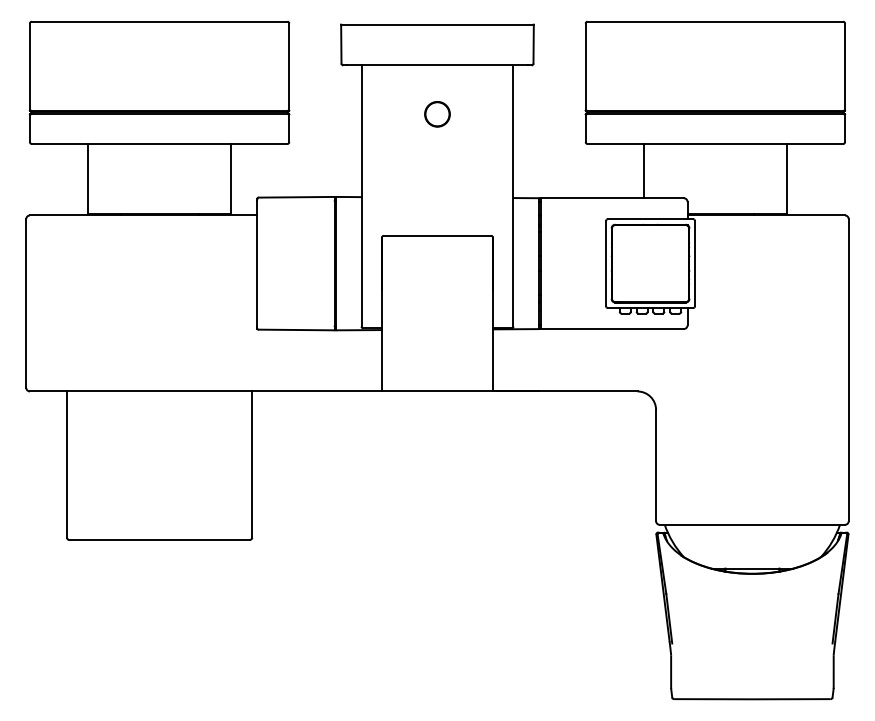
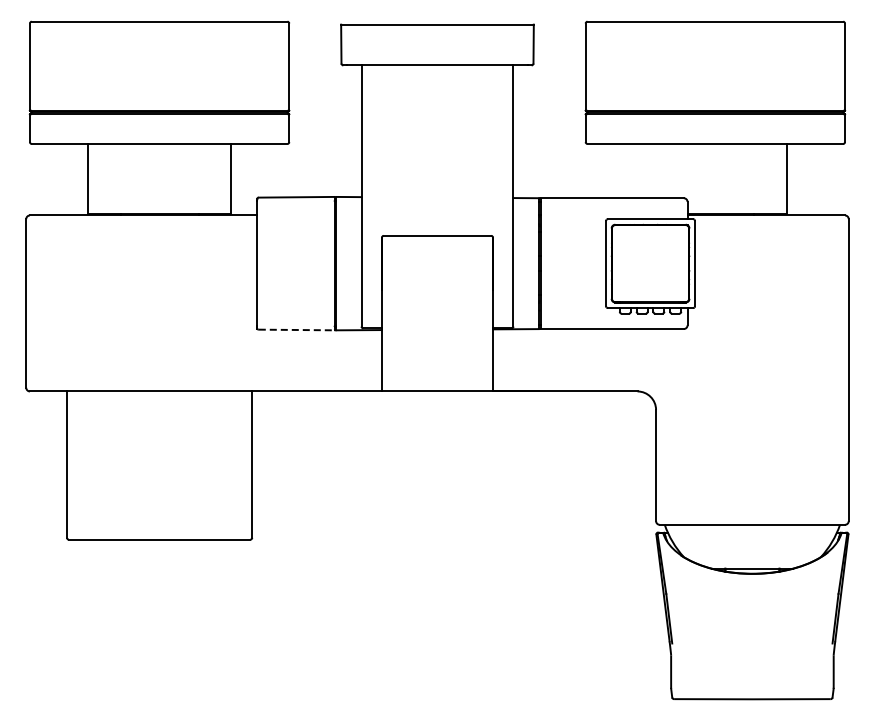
circle at (437, 114): present -> none
line at (644, 170): present -> none
line at (296, 329): solid -> dashed
